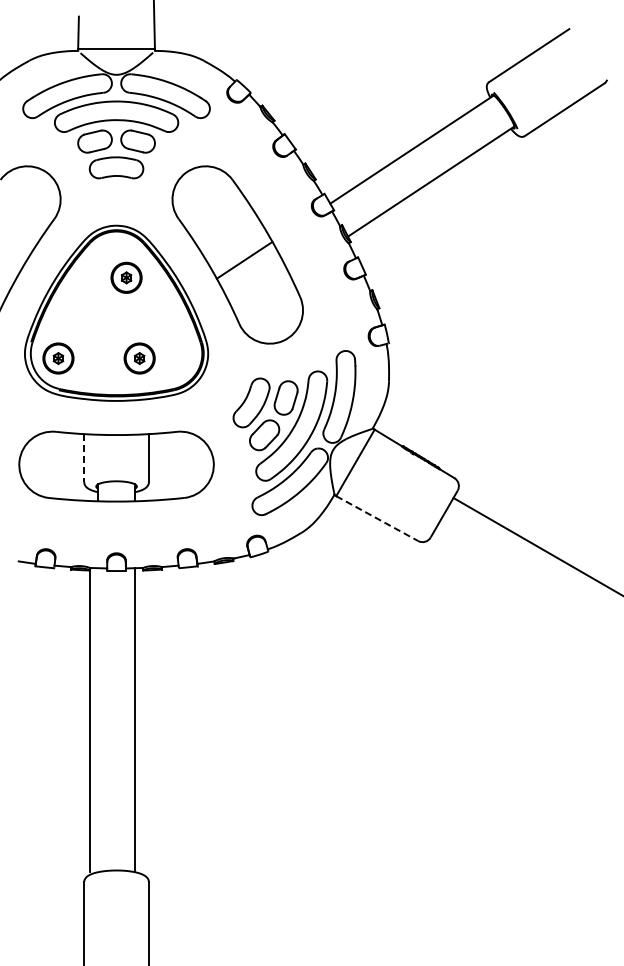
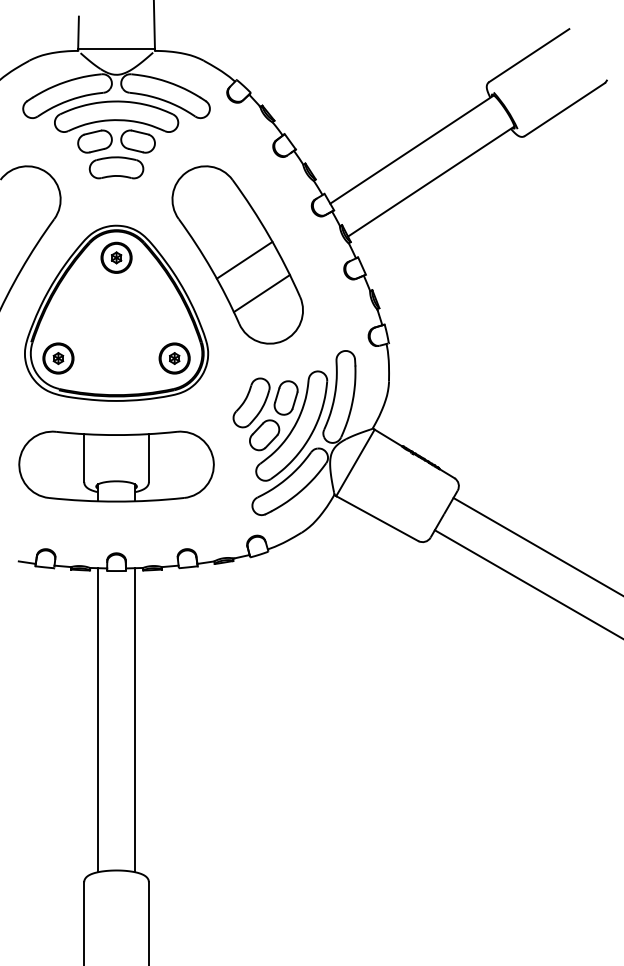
part at (126, 277) position: (126, 277) -> (116, 257)
line at (261, 293): none -> present
part at (139, 358) position: (139, 358) -> (174, 358)
line at (84, 458): dashed -> solid
line at (377, 518): dashed -> solid
line at (527, 583): none -> present
line at (89, 720) position: (89, 720) -> (97, 720)
